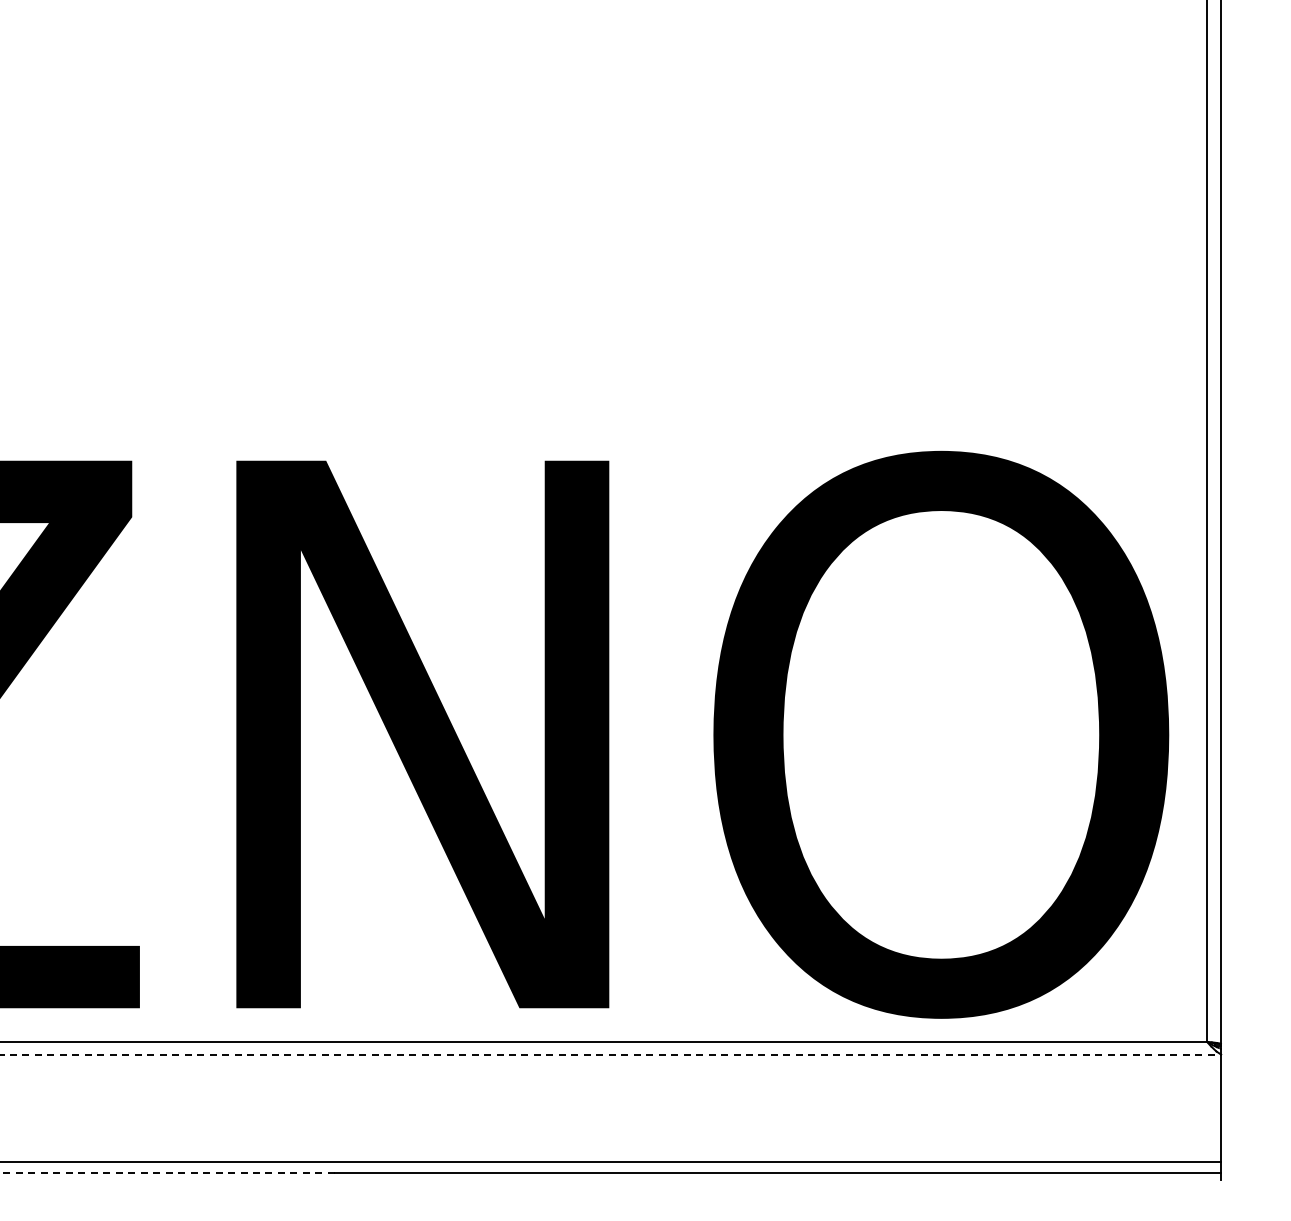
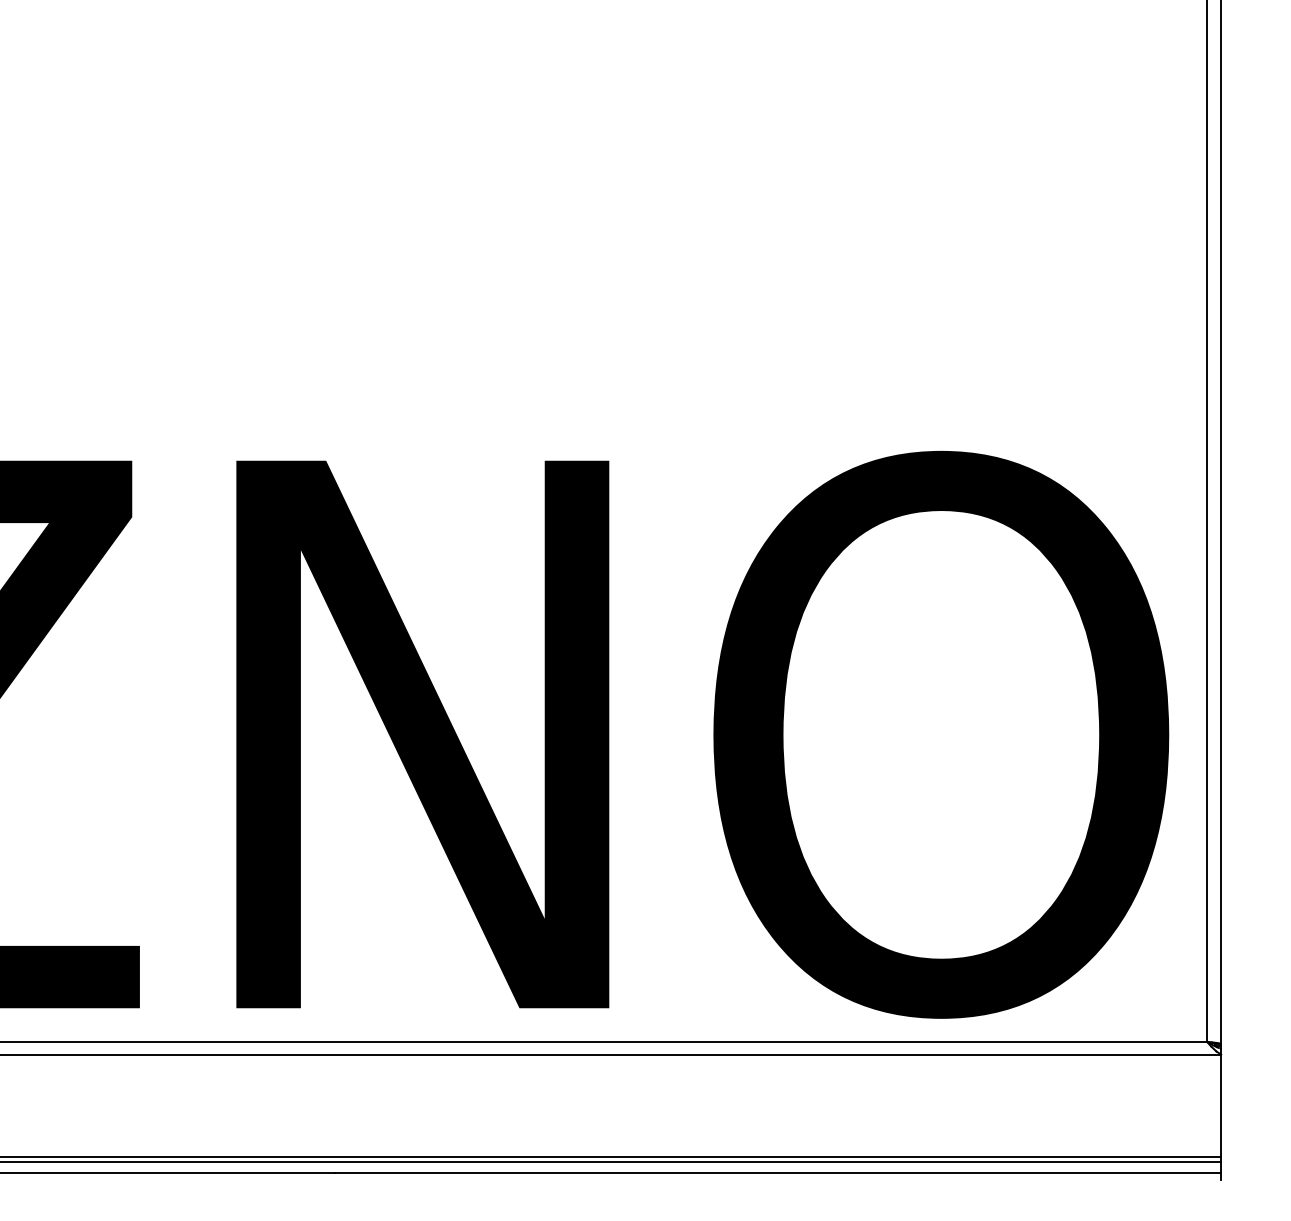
line at (611, 1054): dashed -> solid
line at (611, 1156): none -> present
line at (166, 1172): dashed -> solid
